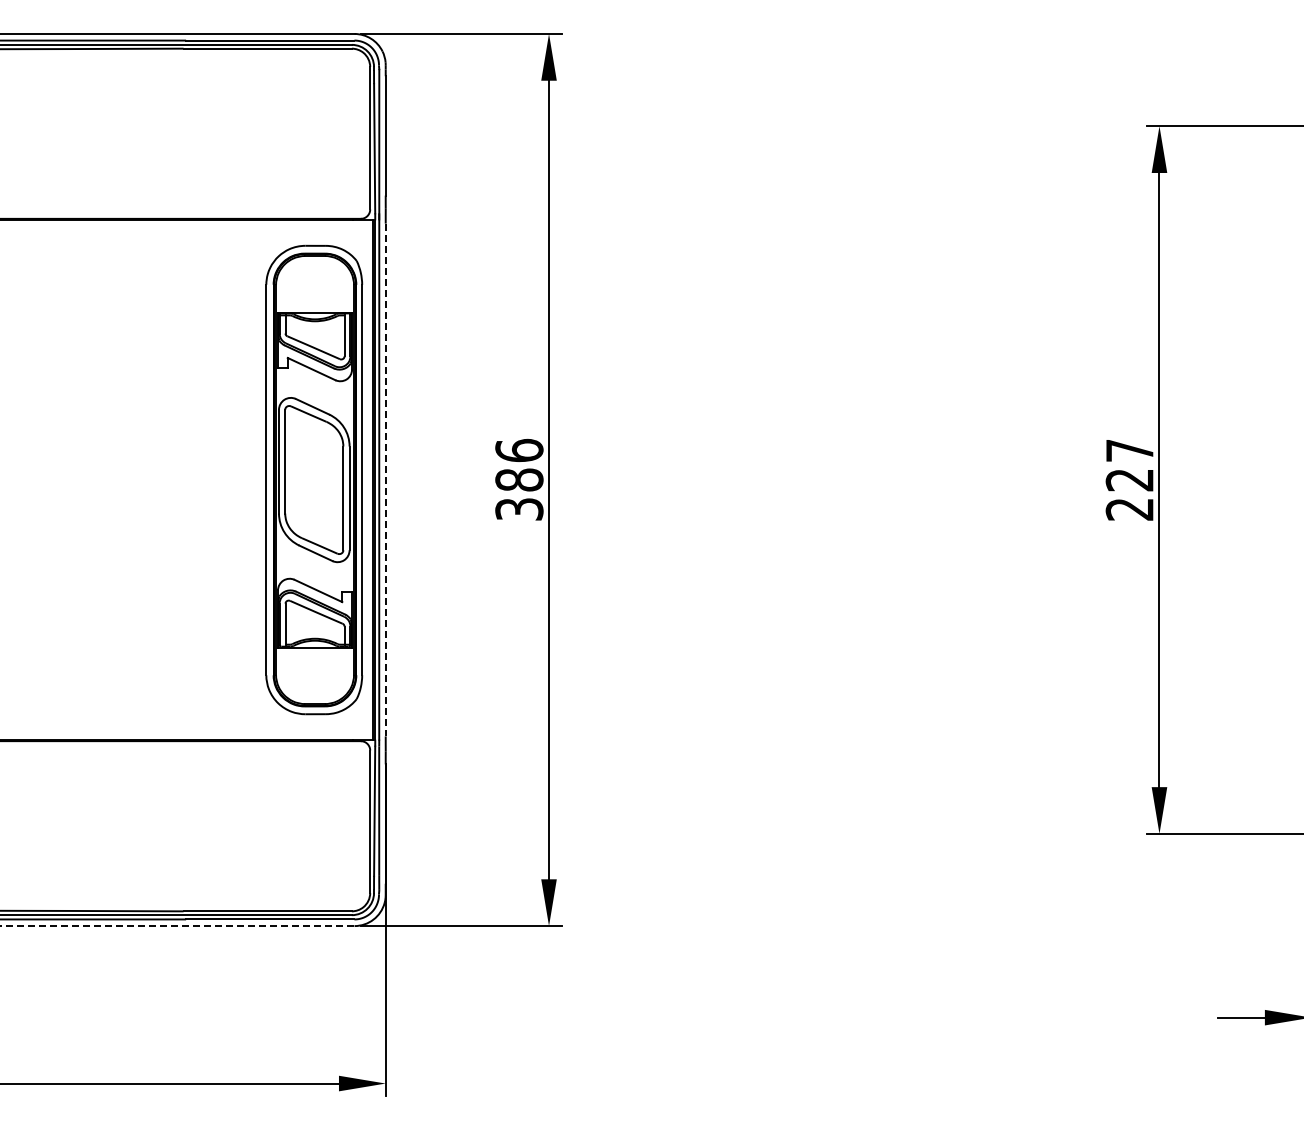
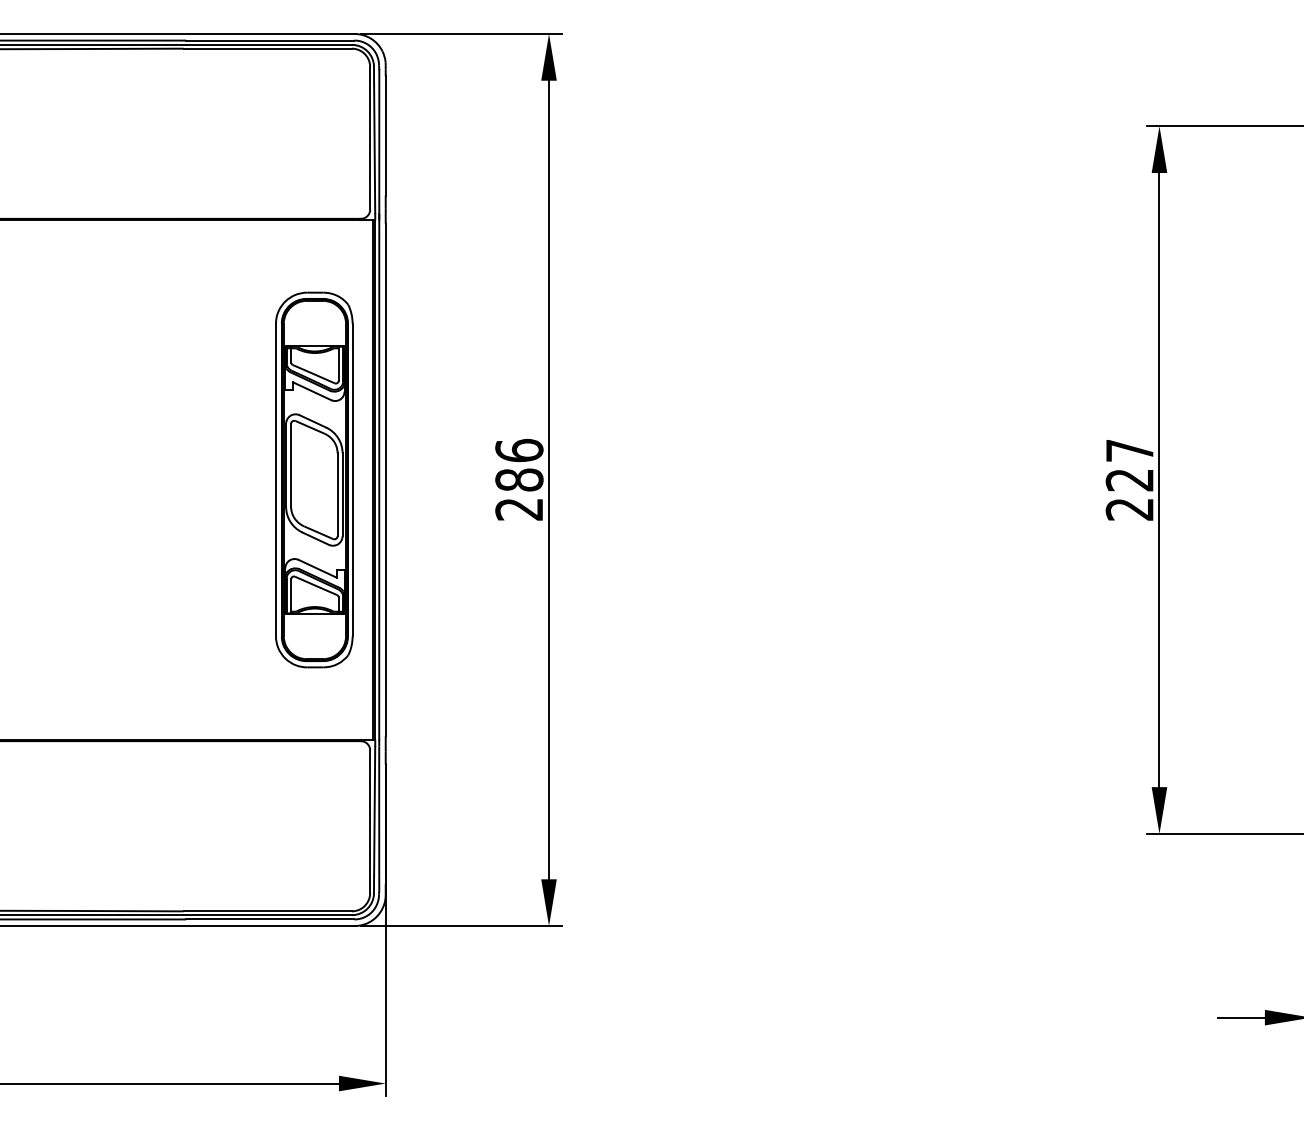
part at (314, 479) size: 99x472 px -> 79x378 px
line at (385, 480): dashed -> solid
text at (519, 509): 386 -> 286
line at (177, 926): dashed -> solid
